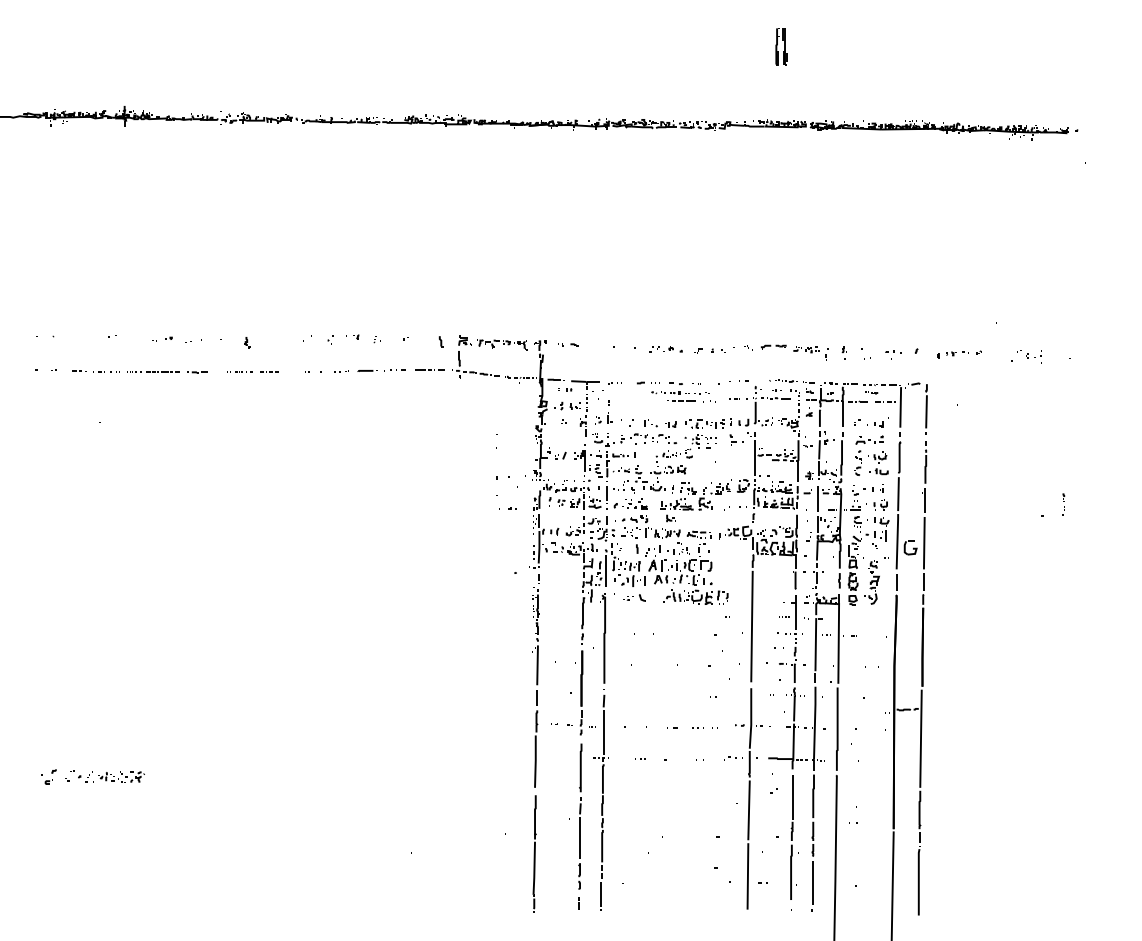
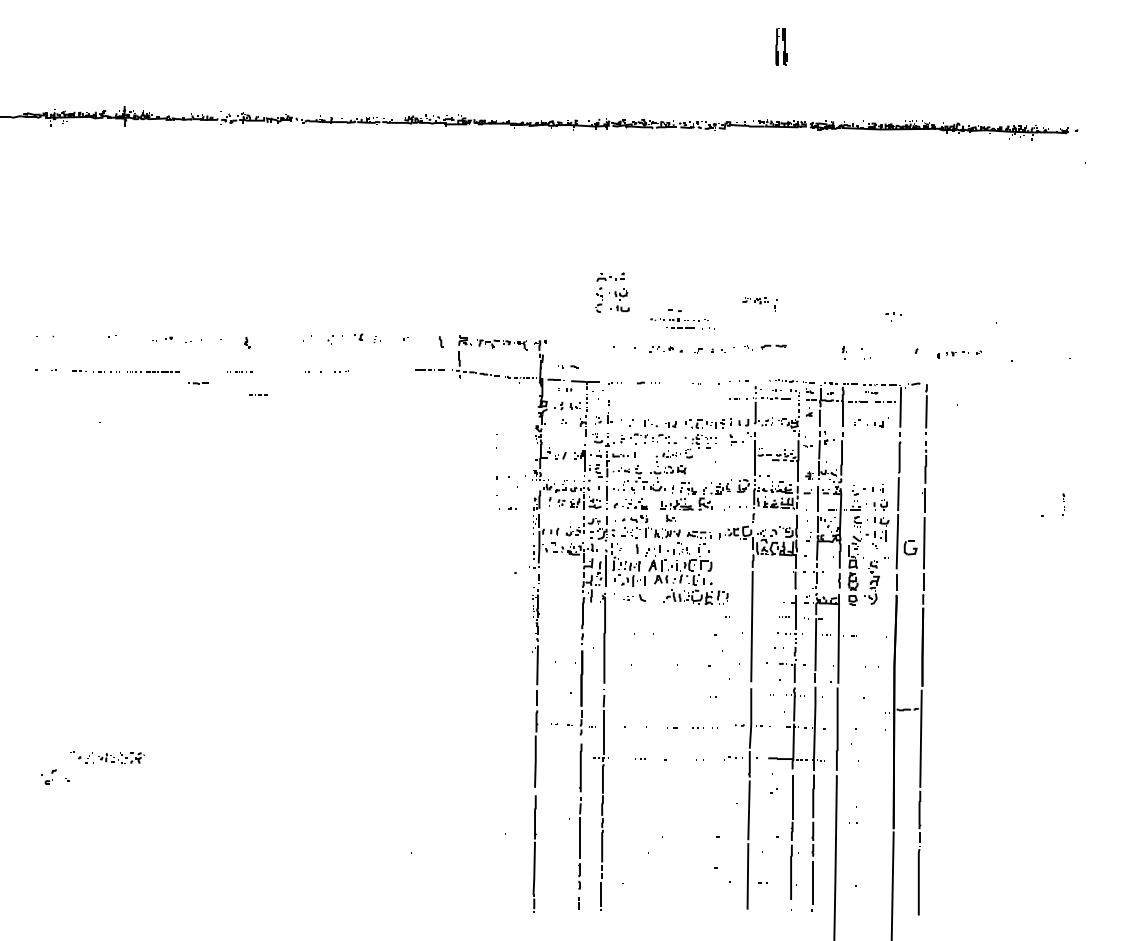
part at (352, 336) size: 14x6 px -> 22x8 px
part at (568, 344) position: (568, 344) -> (568, 366)
part at (810, 353) position: (810, 353) -> (759, 304)
part at (893, 354) position: (893, 354) -> (893, 316)
part at (1029, 356): present -> none
part at (381, 370): present -> none
line at (269, 371) position: (269, 371) -> (258, 394)
part at (197, 372) position: (197, 372) -> (198, 383)
part at (683, 392) position: (683, 392) -> (682, 319)
part at (871, 455) position: (871, 455) -> (612, 292)
part at (107, 776) position: (107, 776) -> (107, 757)
